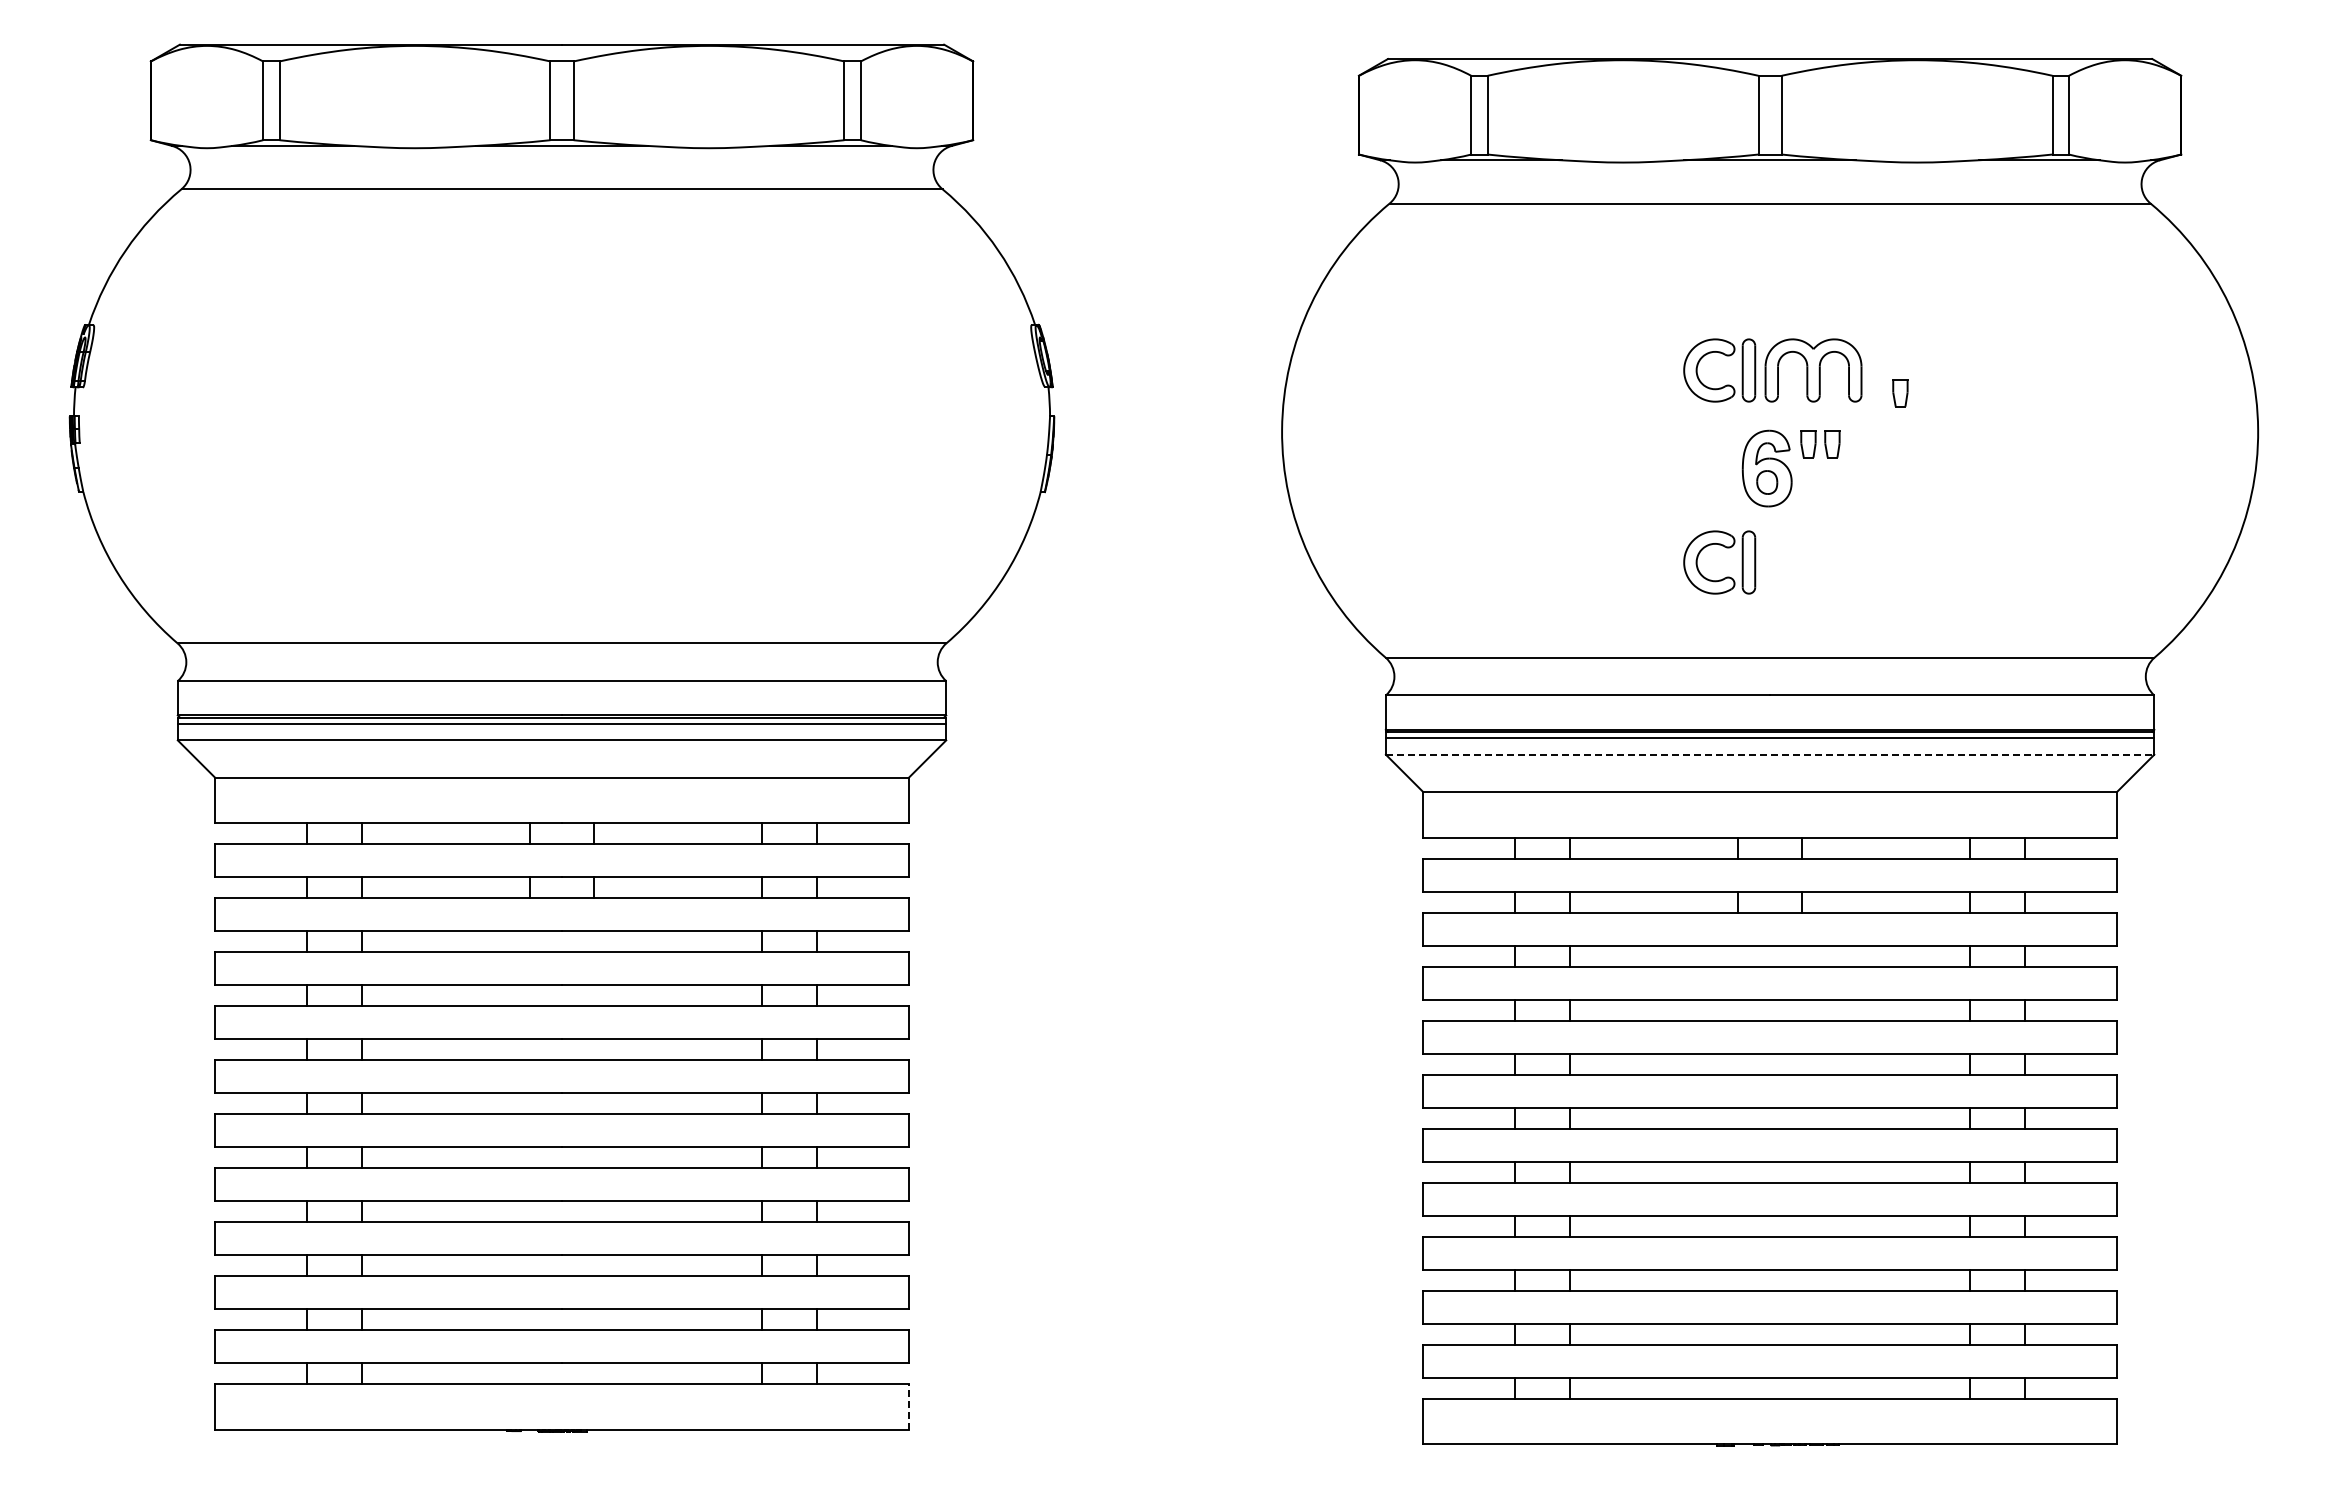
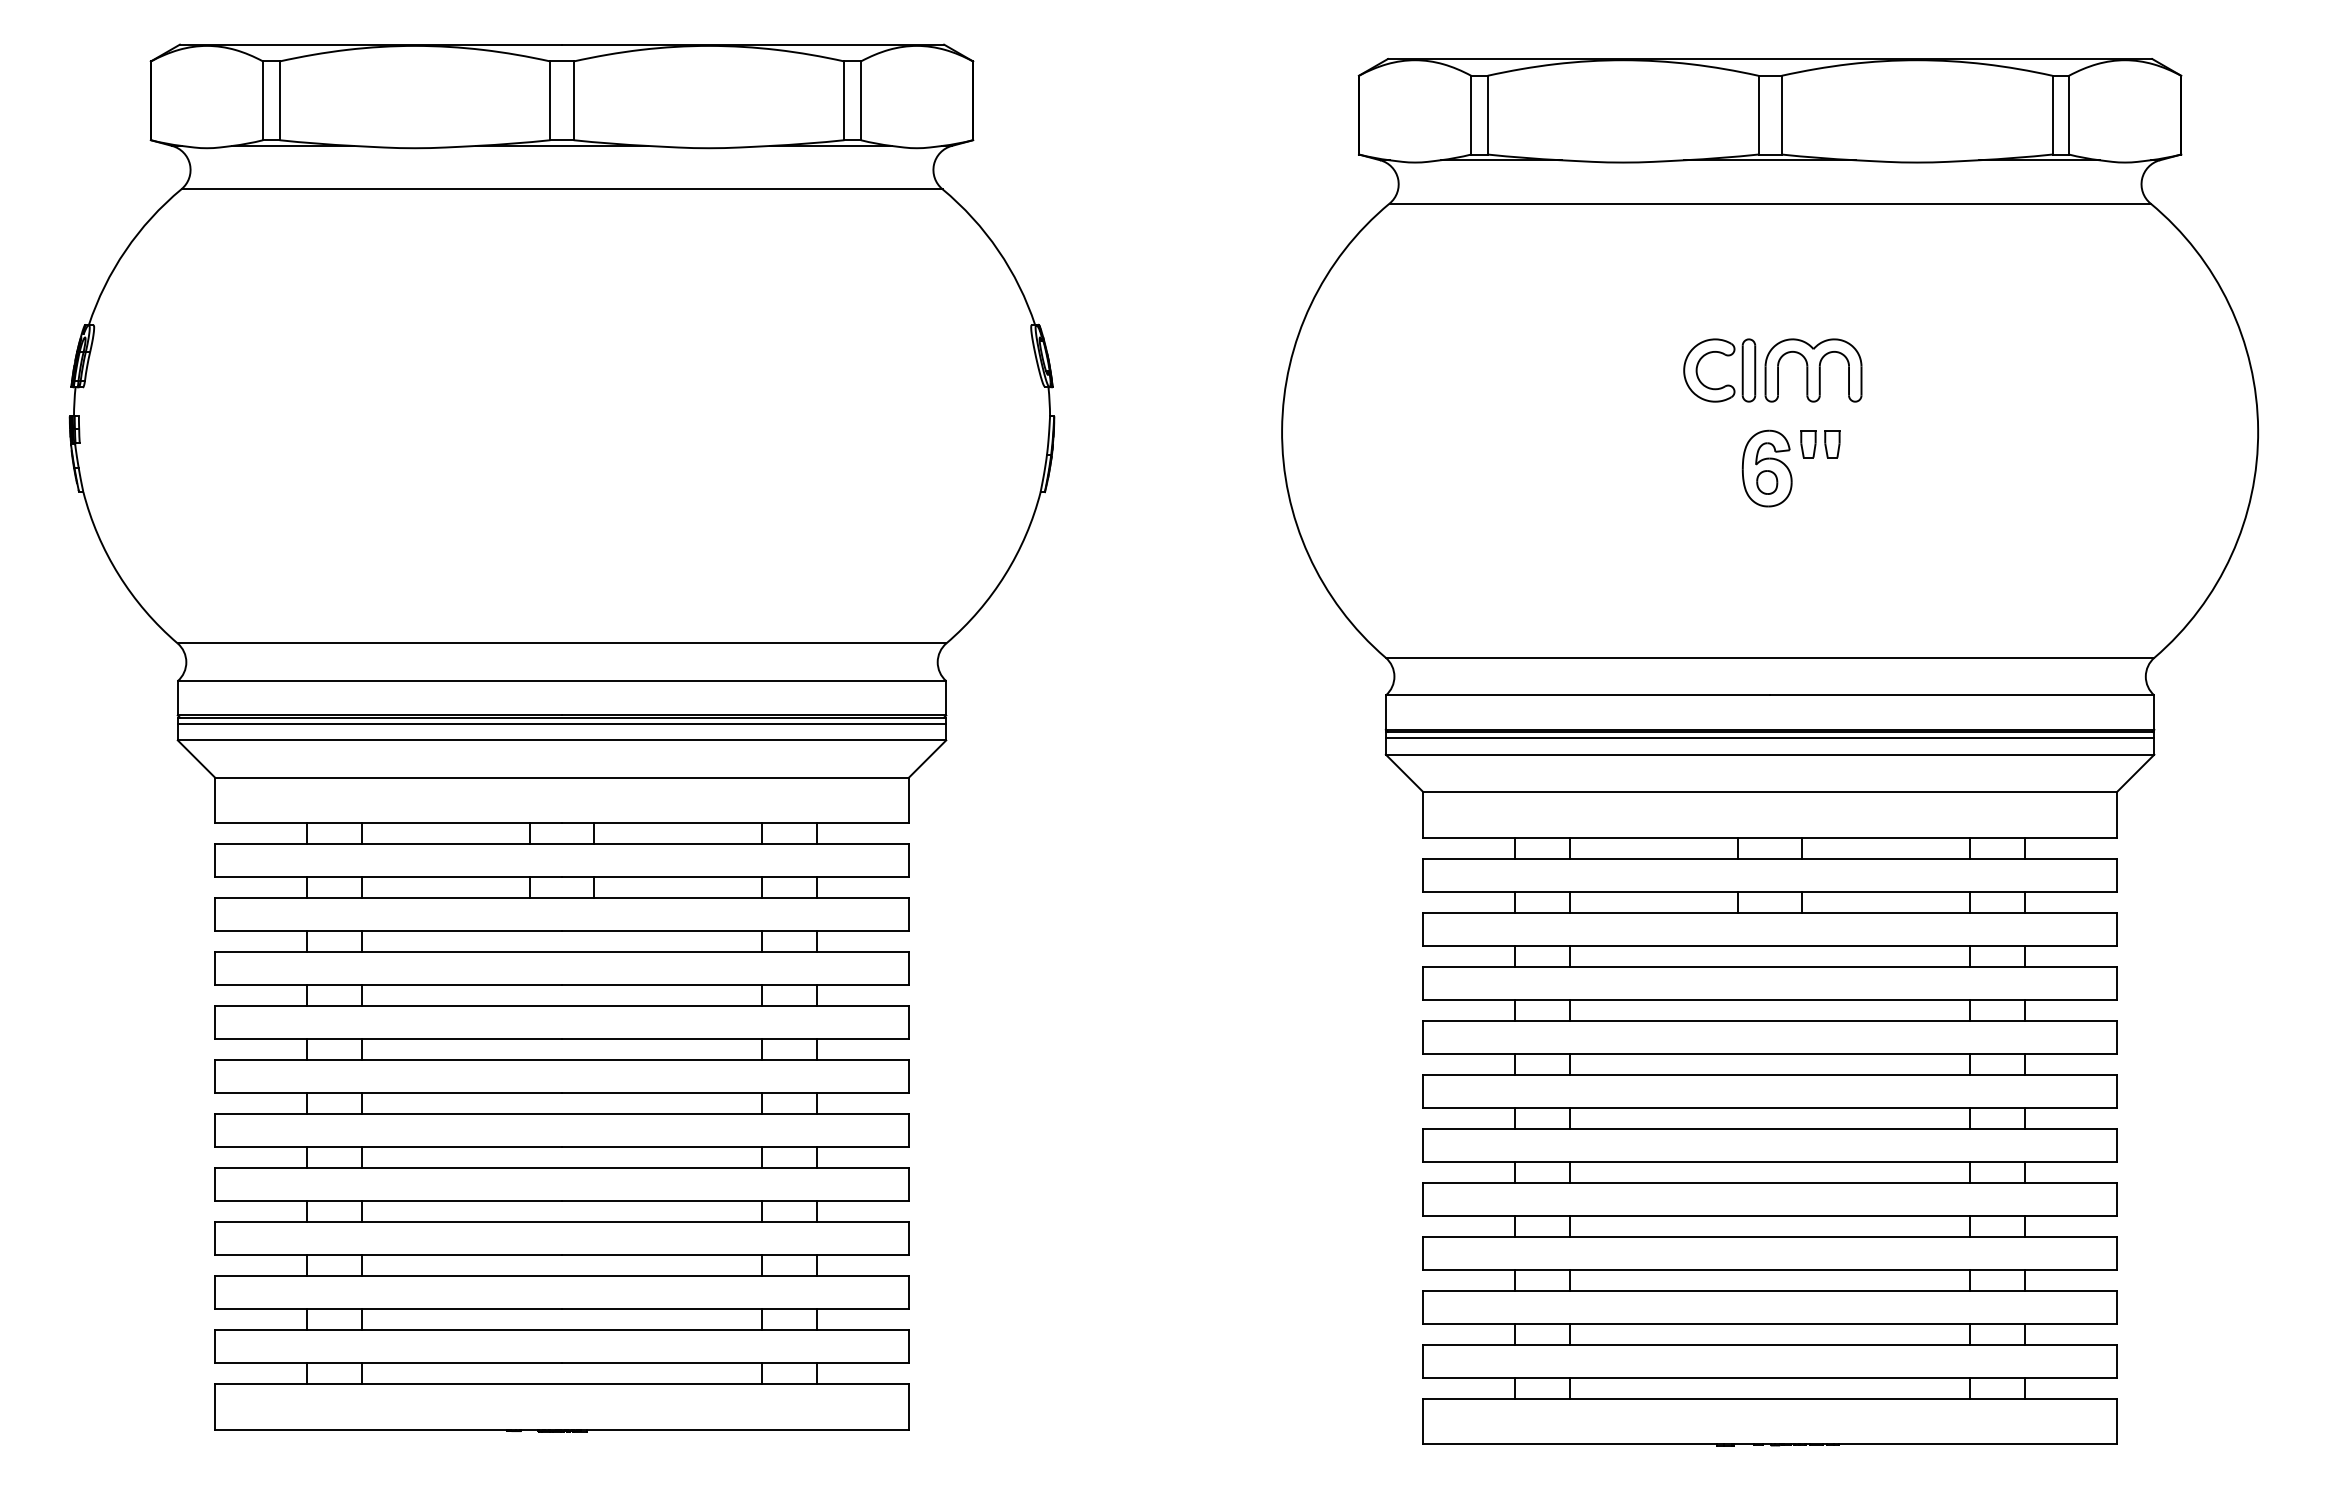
part at (1900, 393): present -> none
part at (1726, 548): present -> none
line at (1770, 754): dashed -> solid
line at (908, 1407): dashed -> solid
